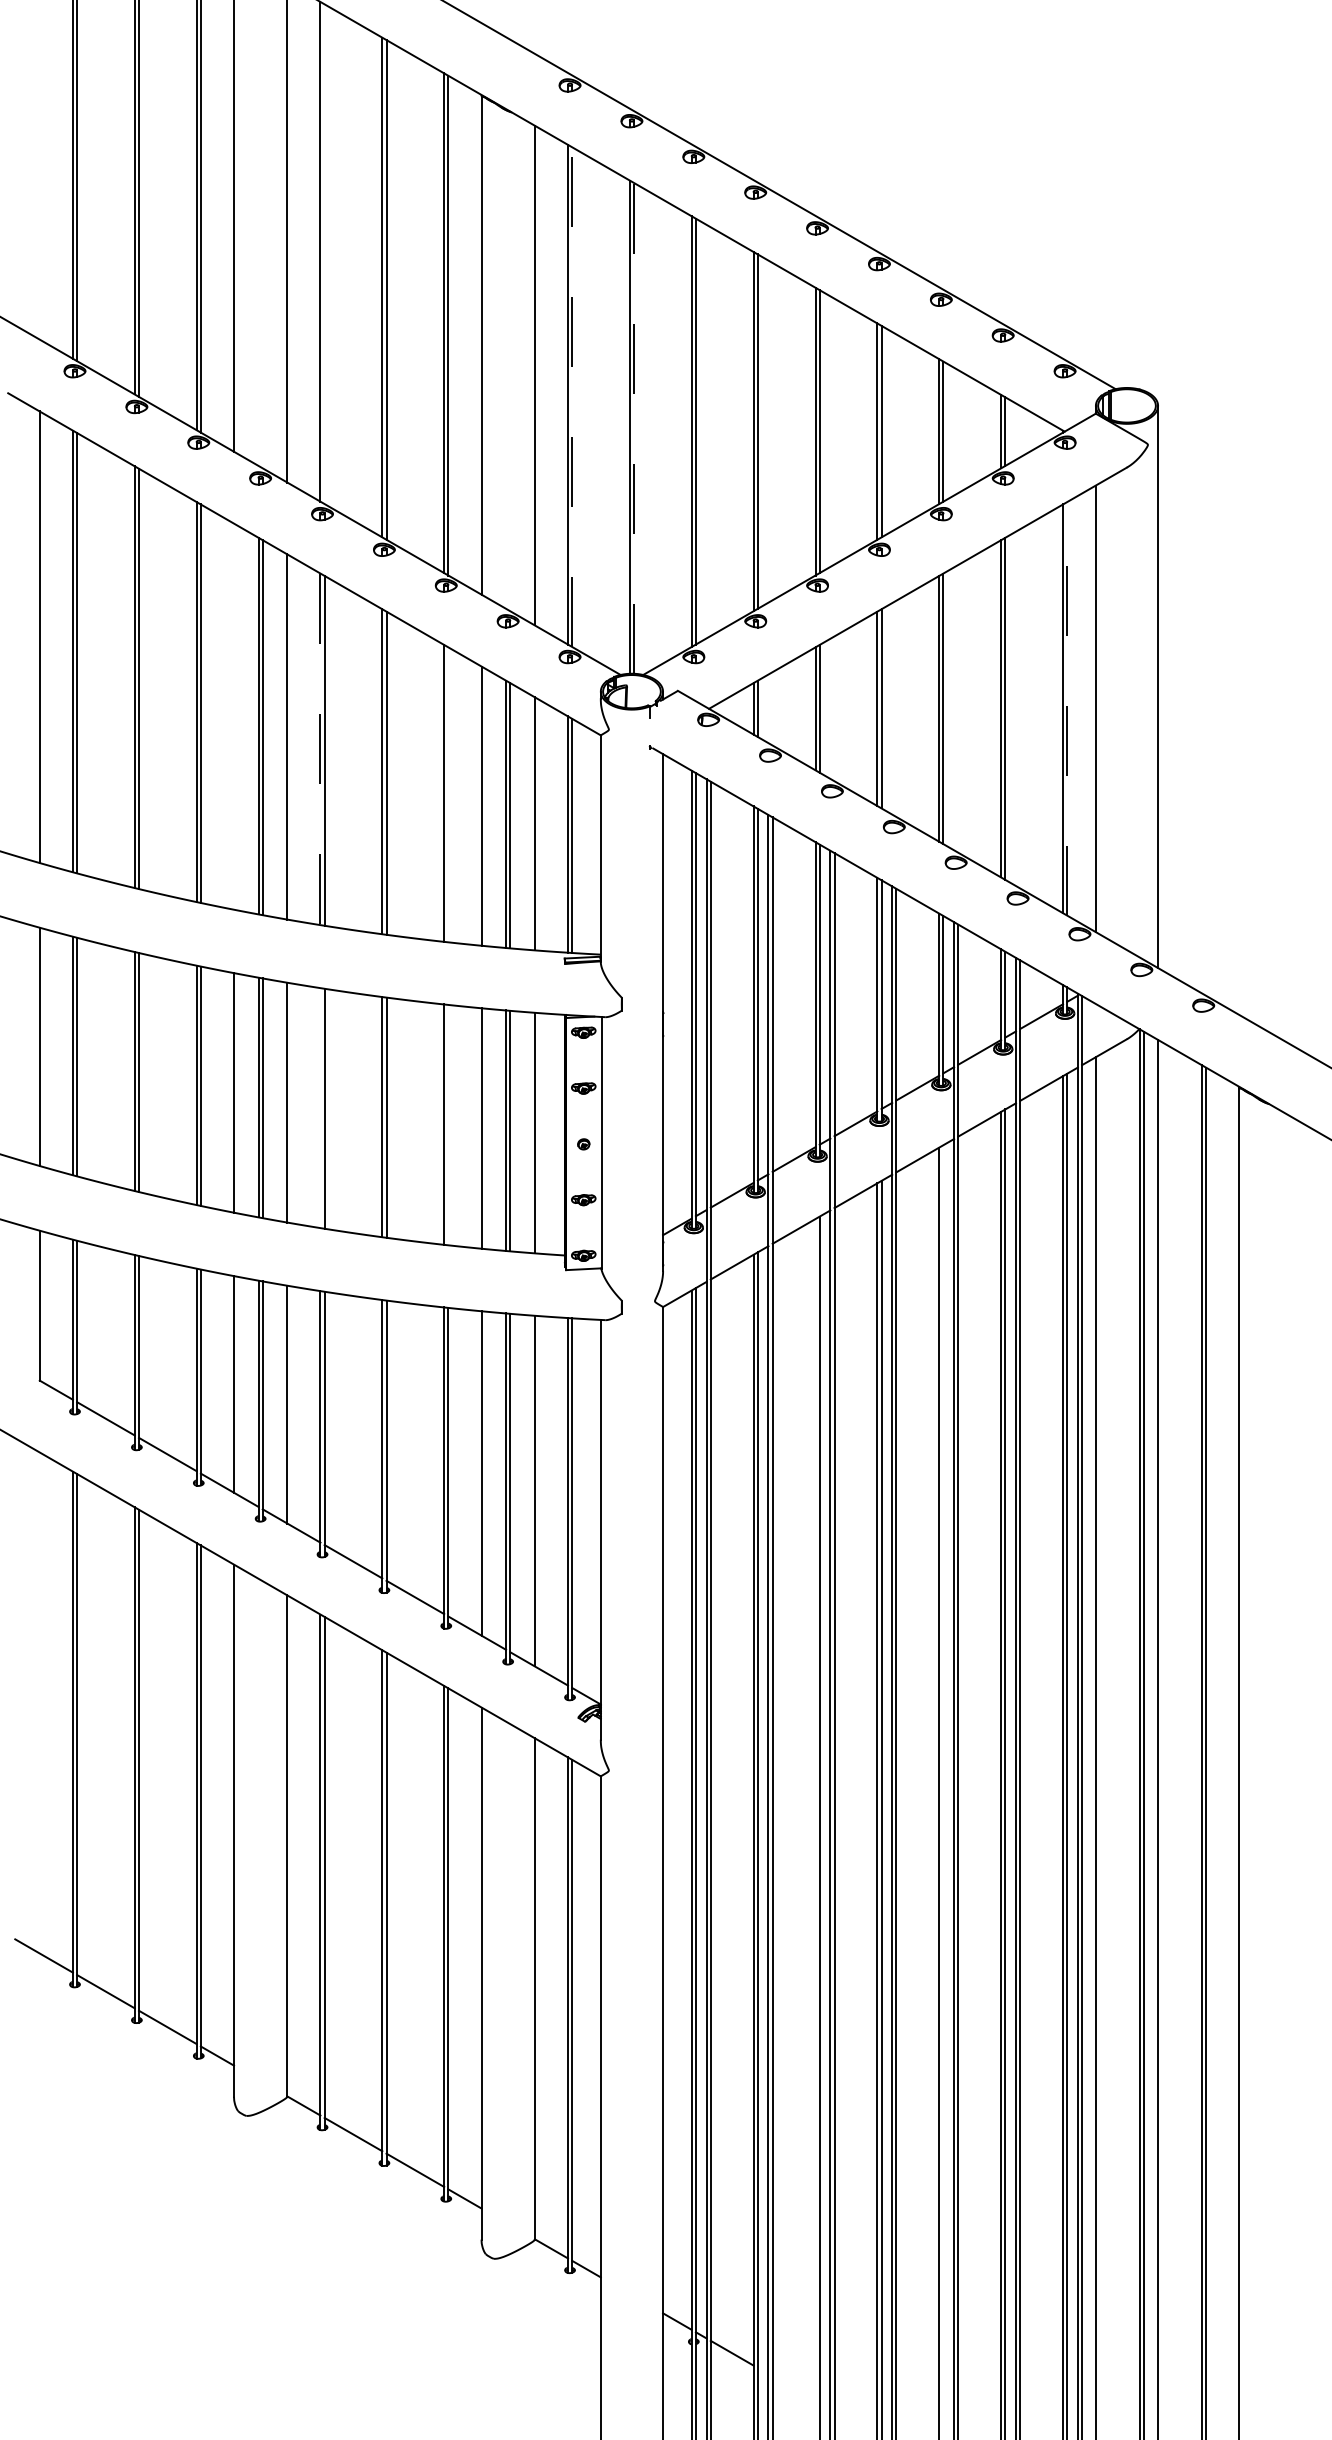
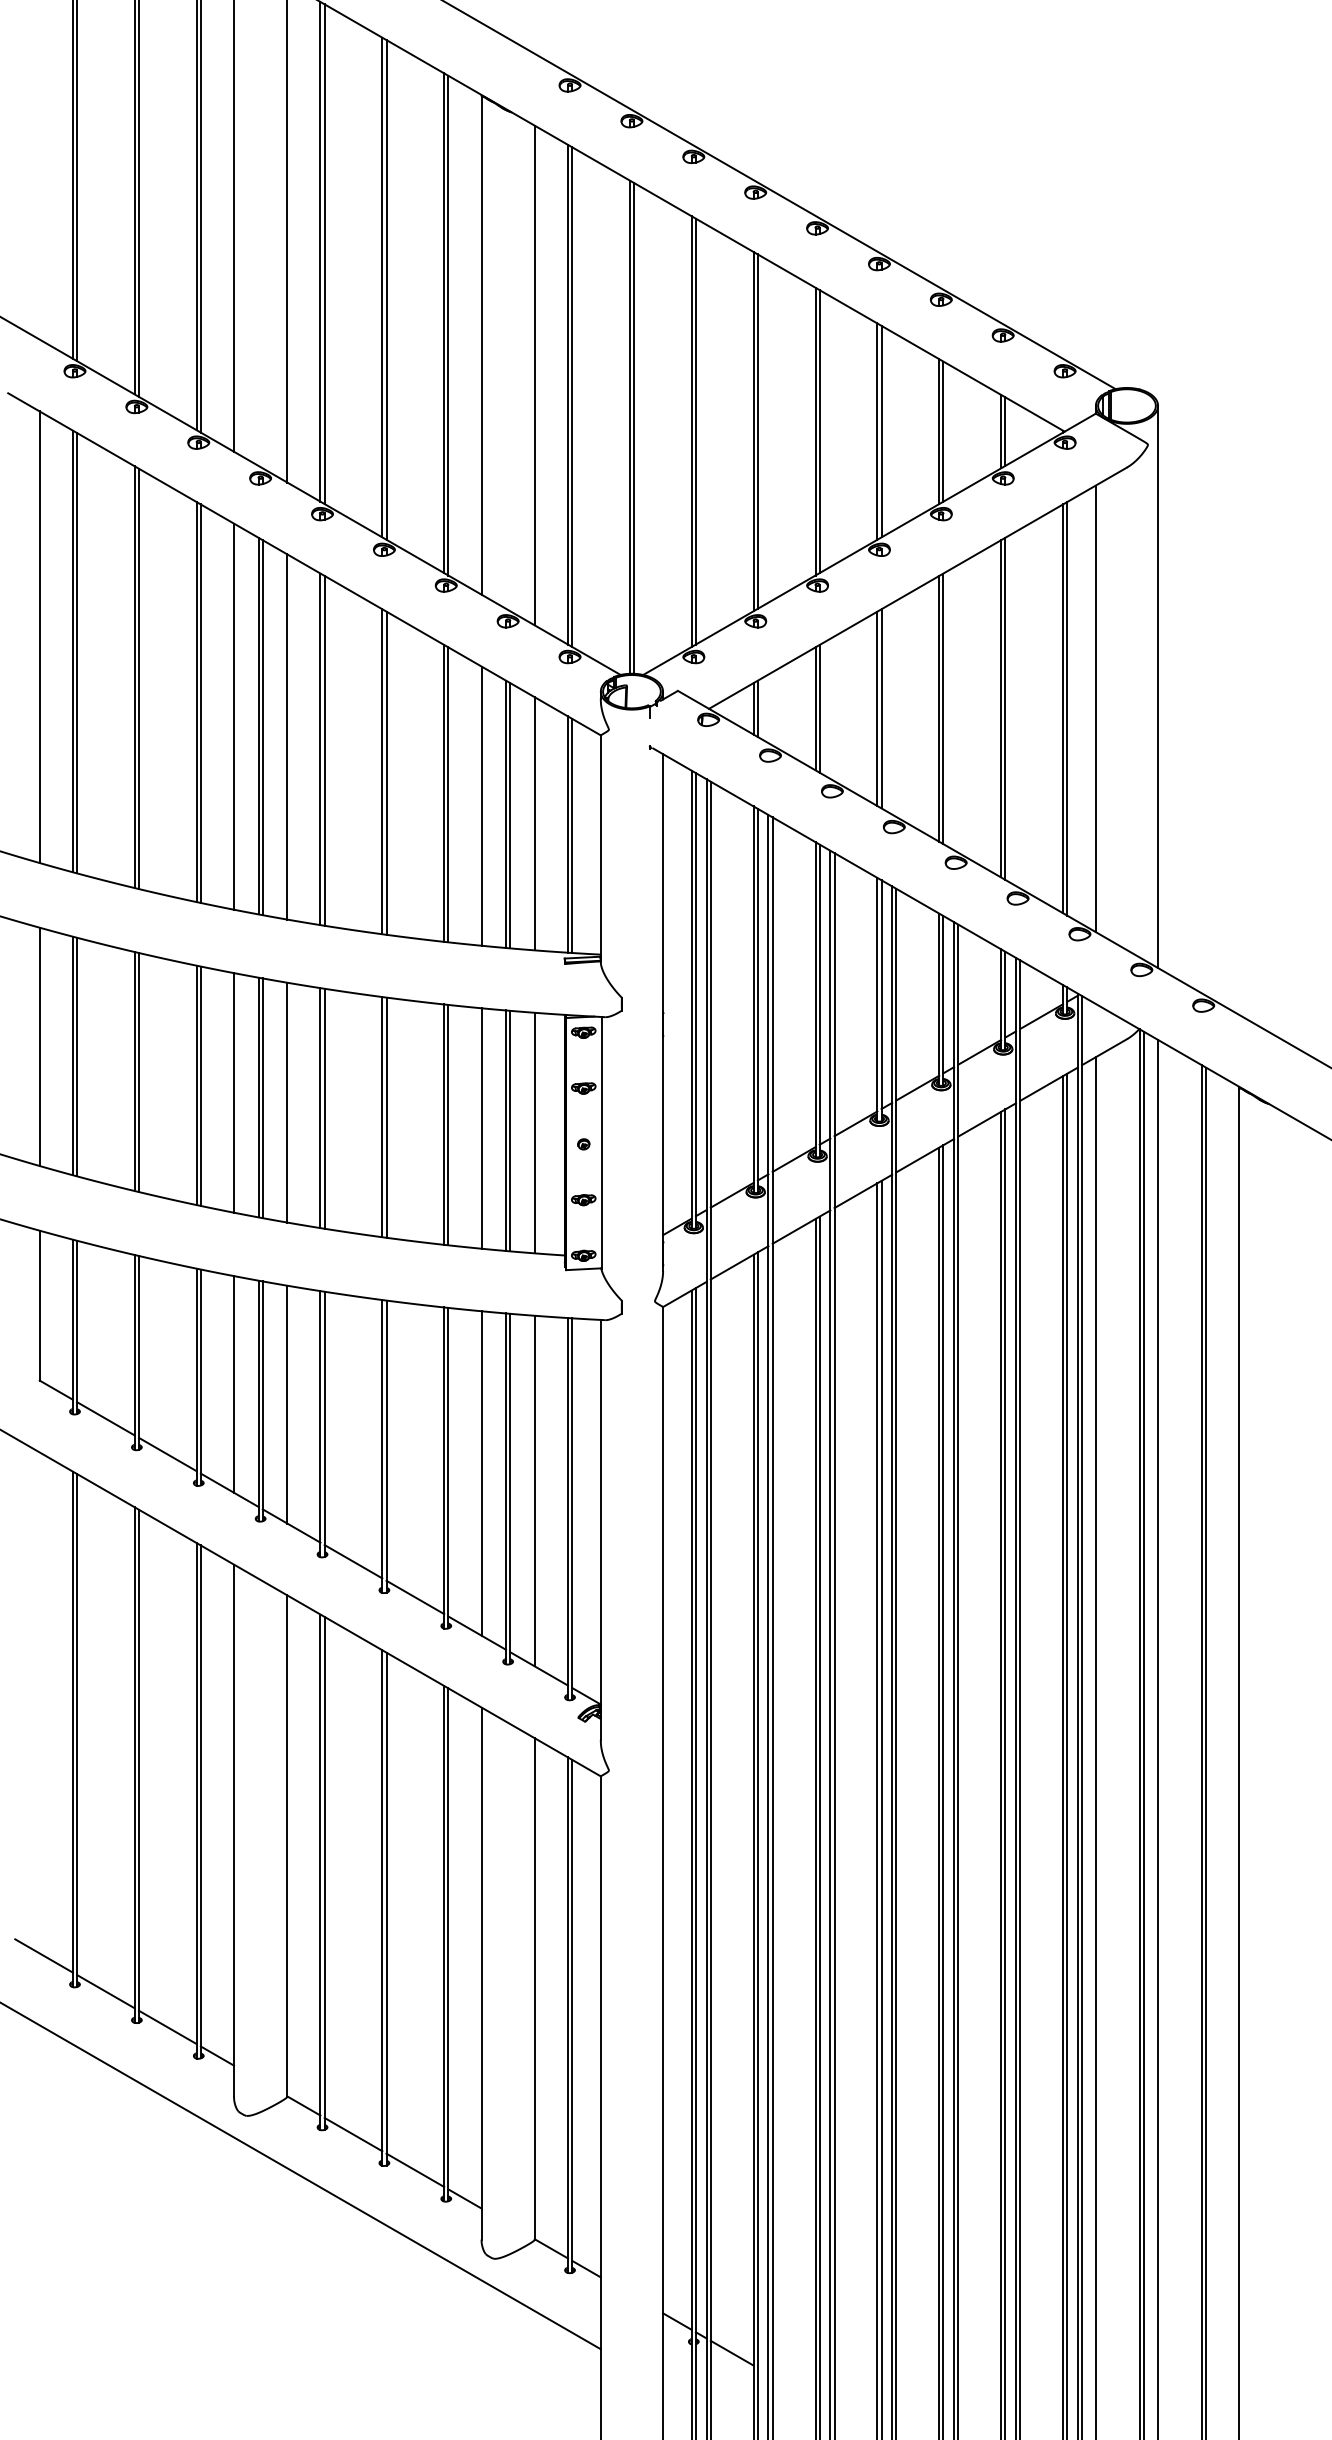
line at (324, 254): none -> present
line at (572, 397): dashed -> solid
line at (634, 427): dashed -> solid
line at (1067, 708): dashed -> solid
line at (234, 716): none -> present
line at (320, 749): dashed -> solid
line at (448, 794): none -> present
line at (320, 1108): none -> present
line at (448, 1124): none -> present
line at (943, 1790): none -> present
line at (815, 1827): none -> present
line at (301, 2176): none -> present
